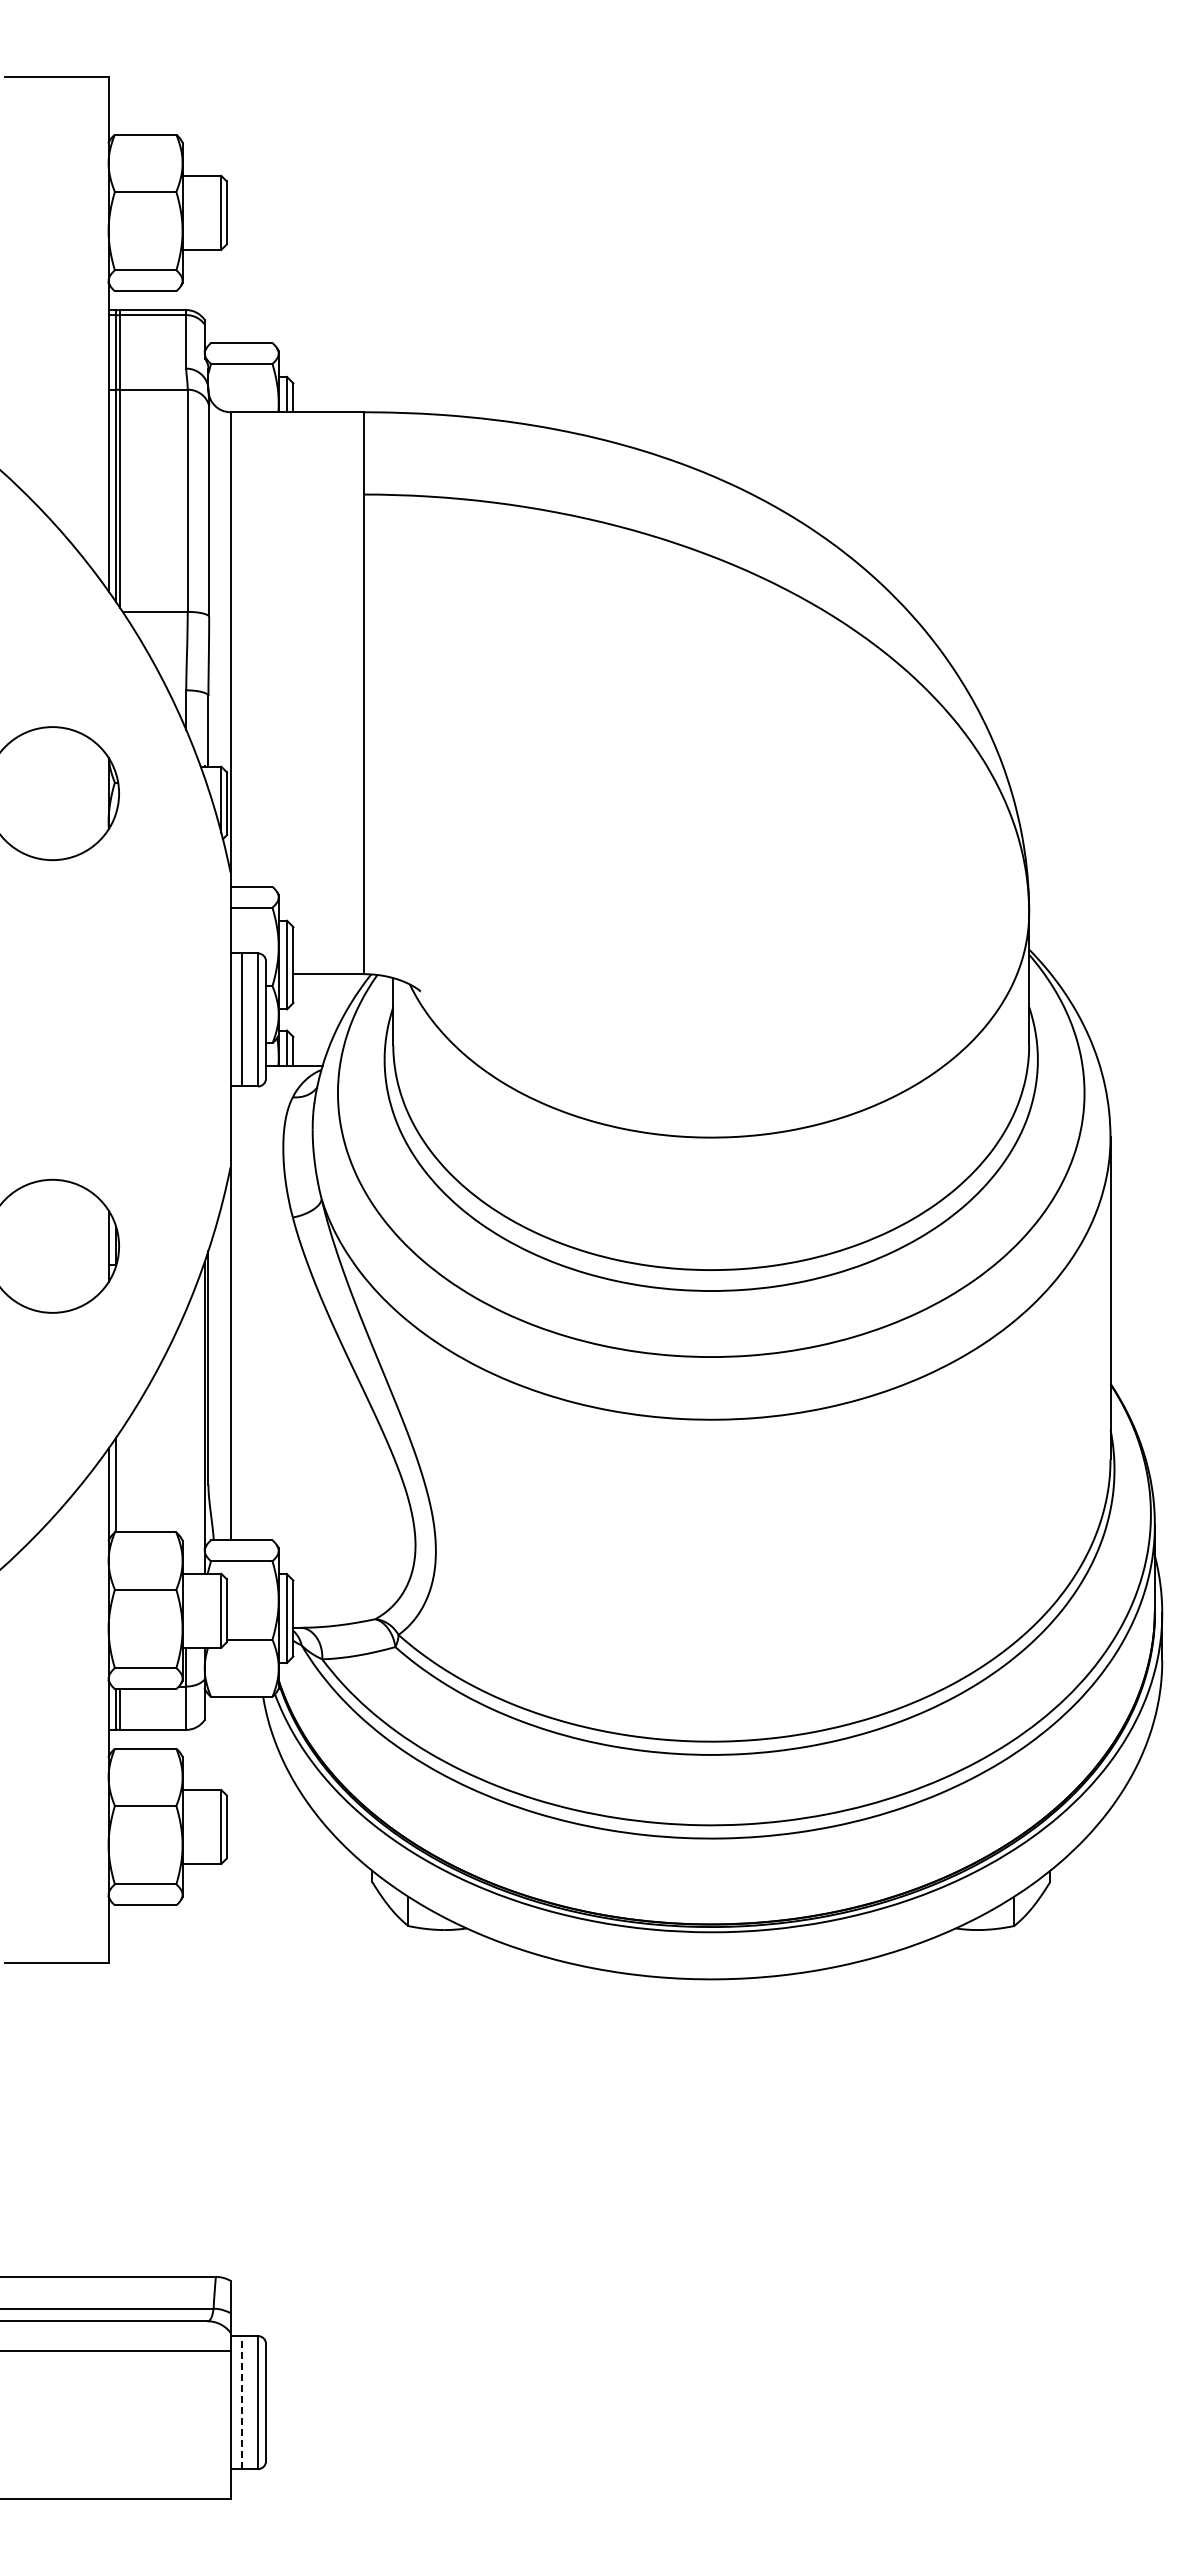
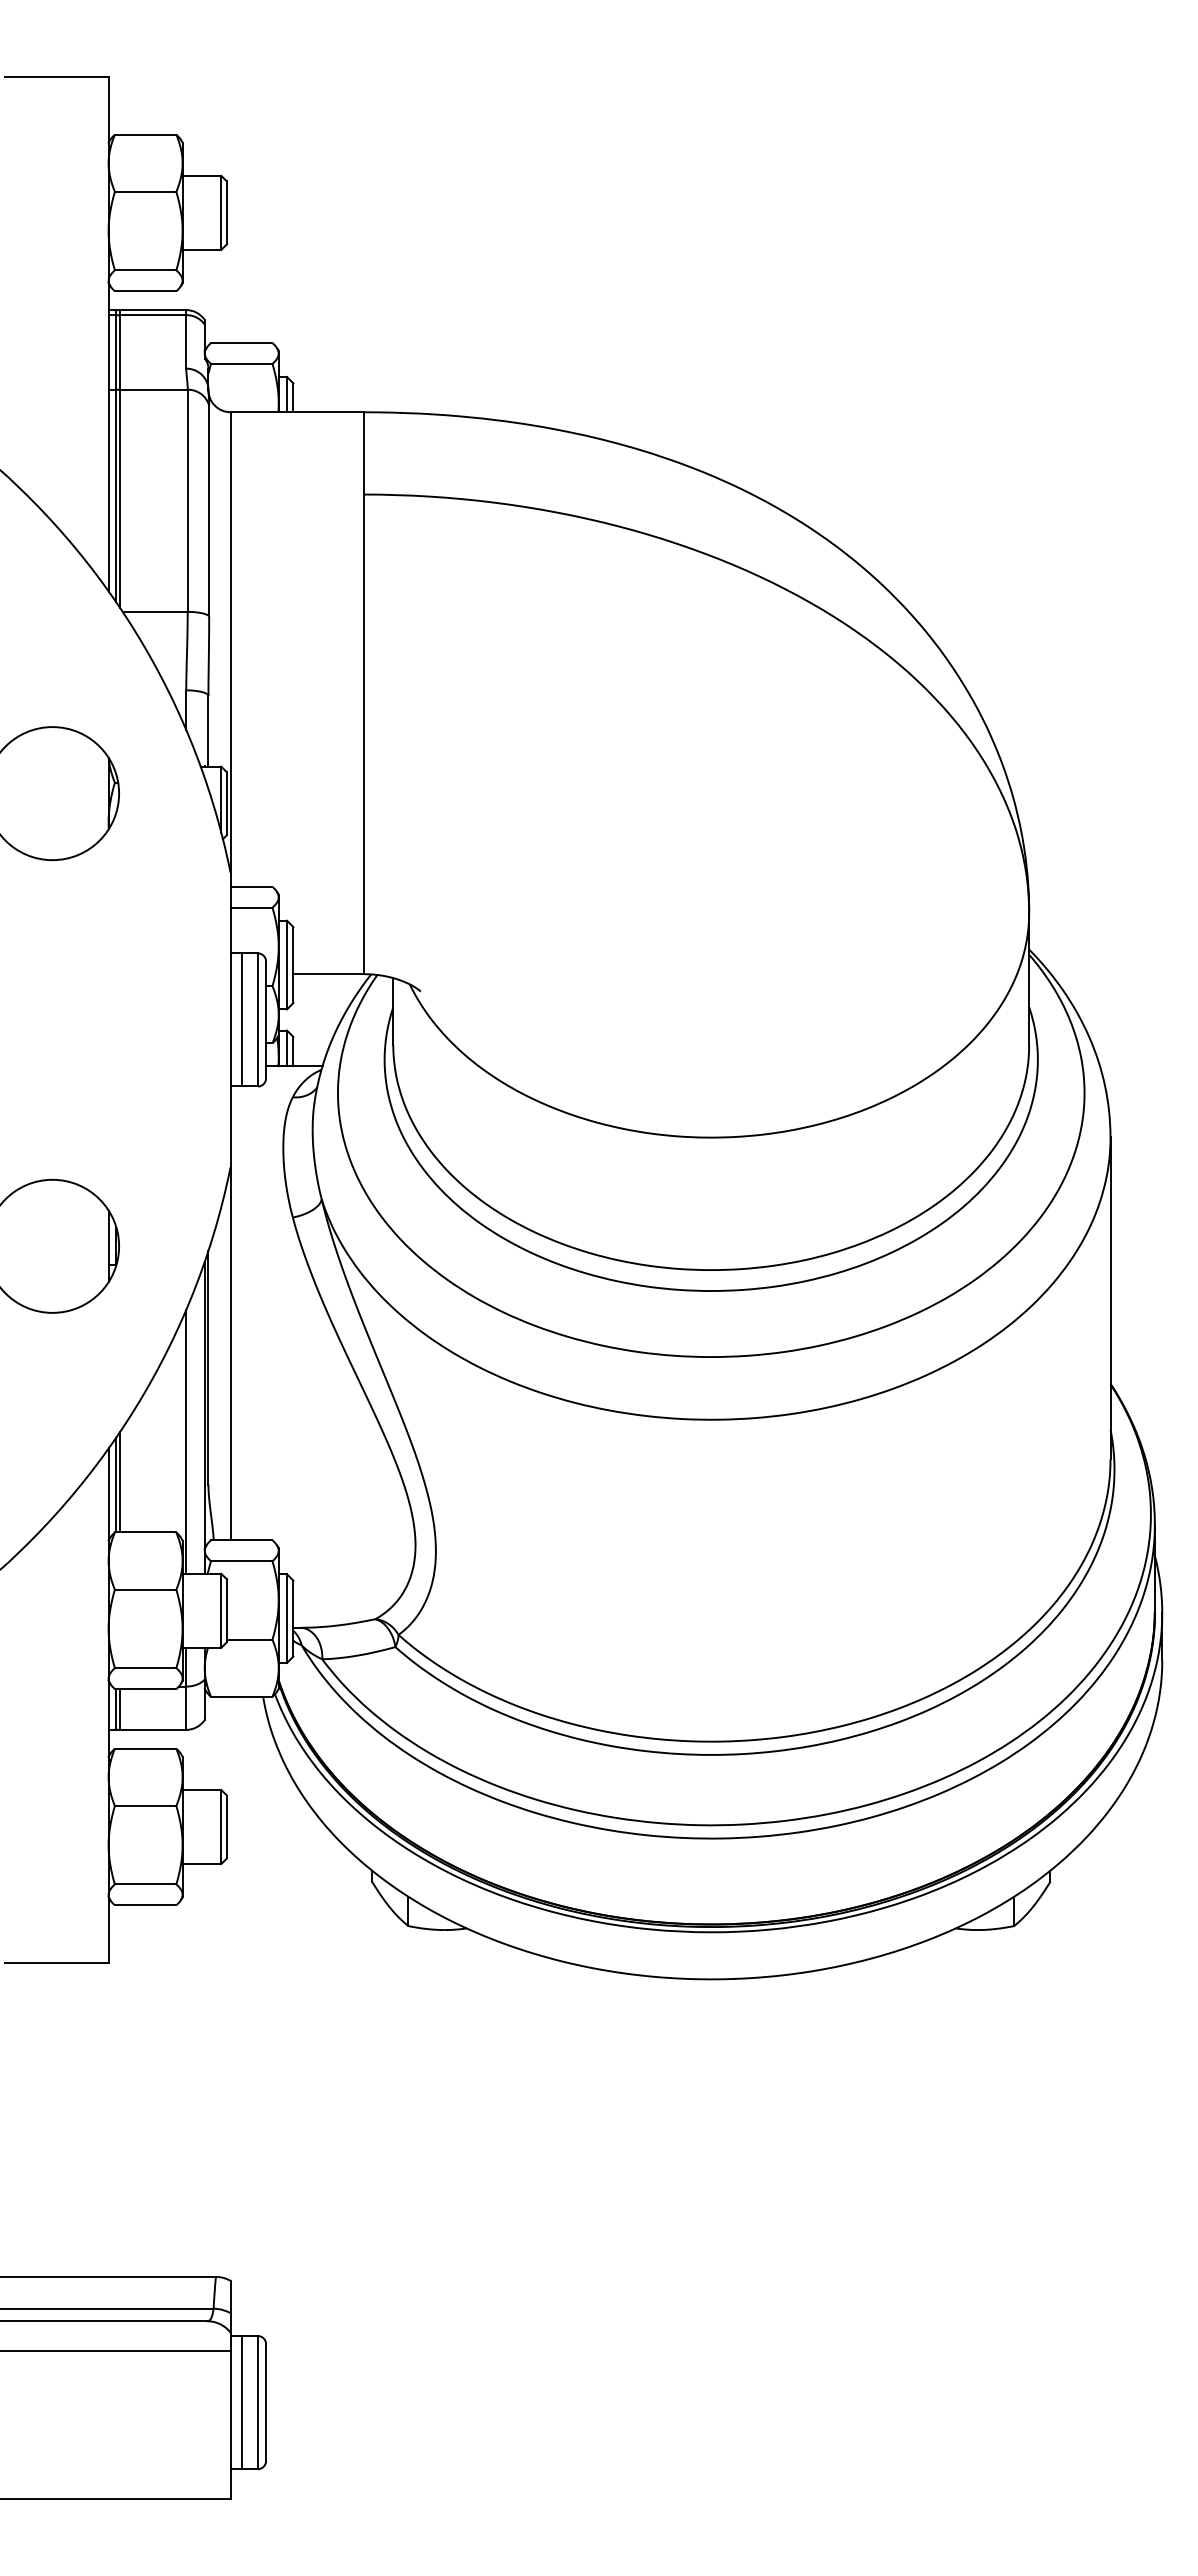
line at (186, 1441): none -> present
line at (119, 1482): none -> present
line at (241, 2402): dashed -> solid
